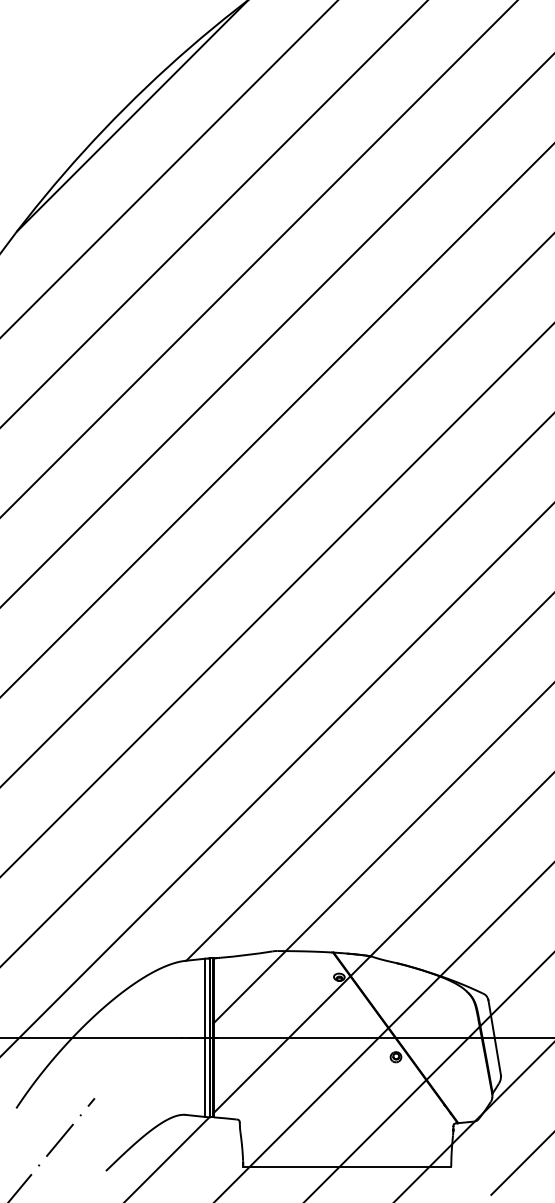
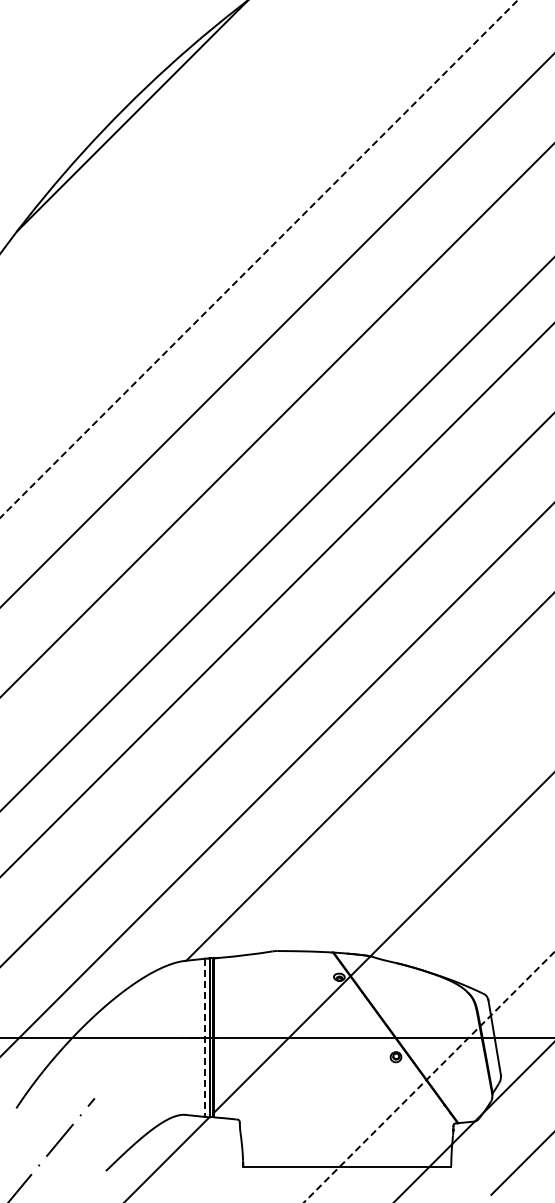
line at (168, 168): present -> none
line at (213, 213): present -> none
line at (259, 259): solid -> dashed
line at (276, 510) position: (276, 510) -> (276, 534)
line at (382, 854): present -> none
line at (384, 1031): present -> none
line at (205, 1038): solid -> dashed
line at (429, 1076): solid -> dashed
